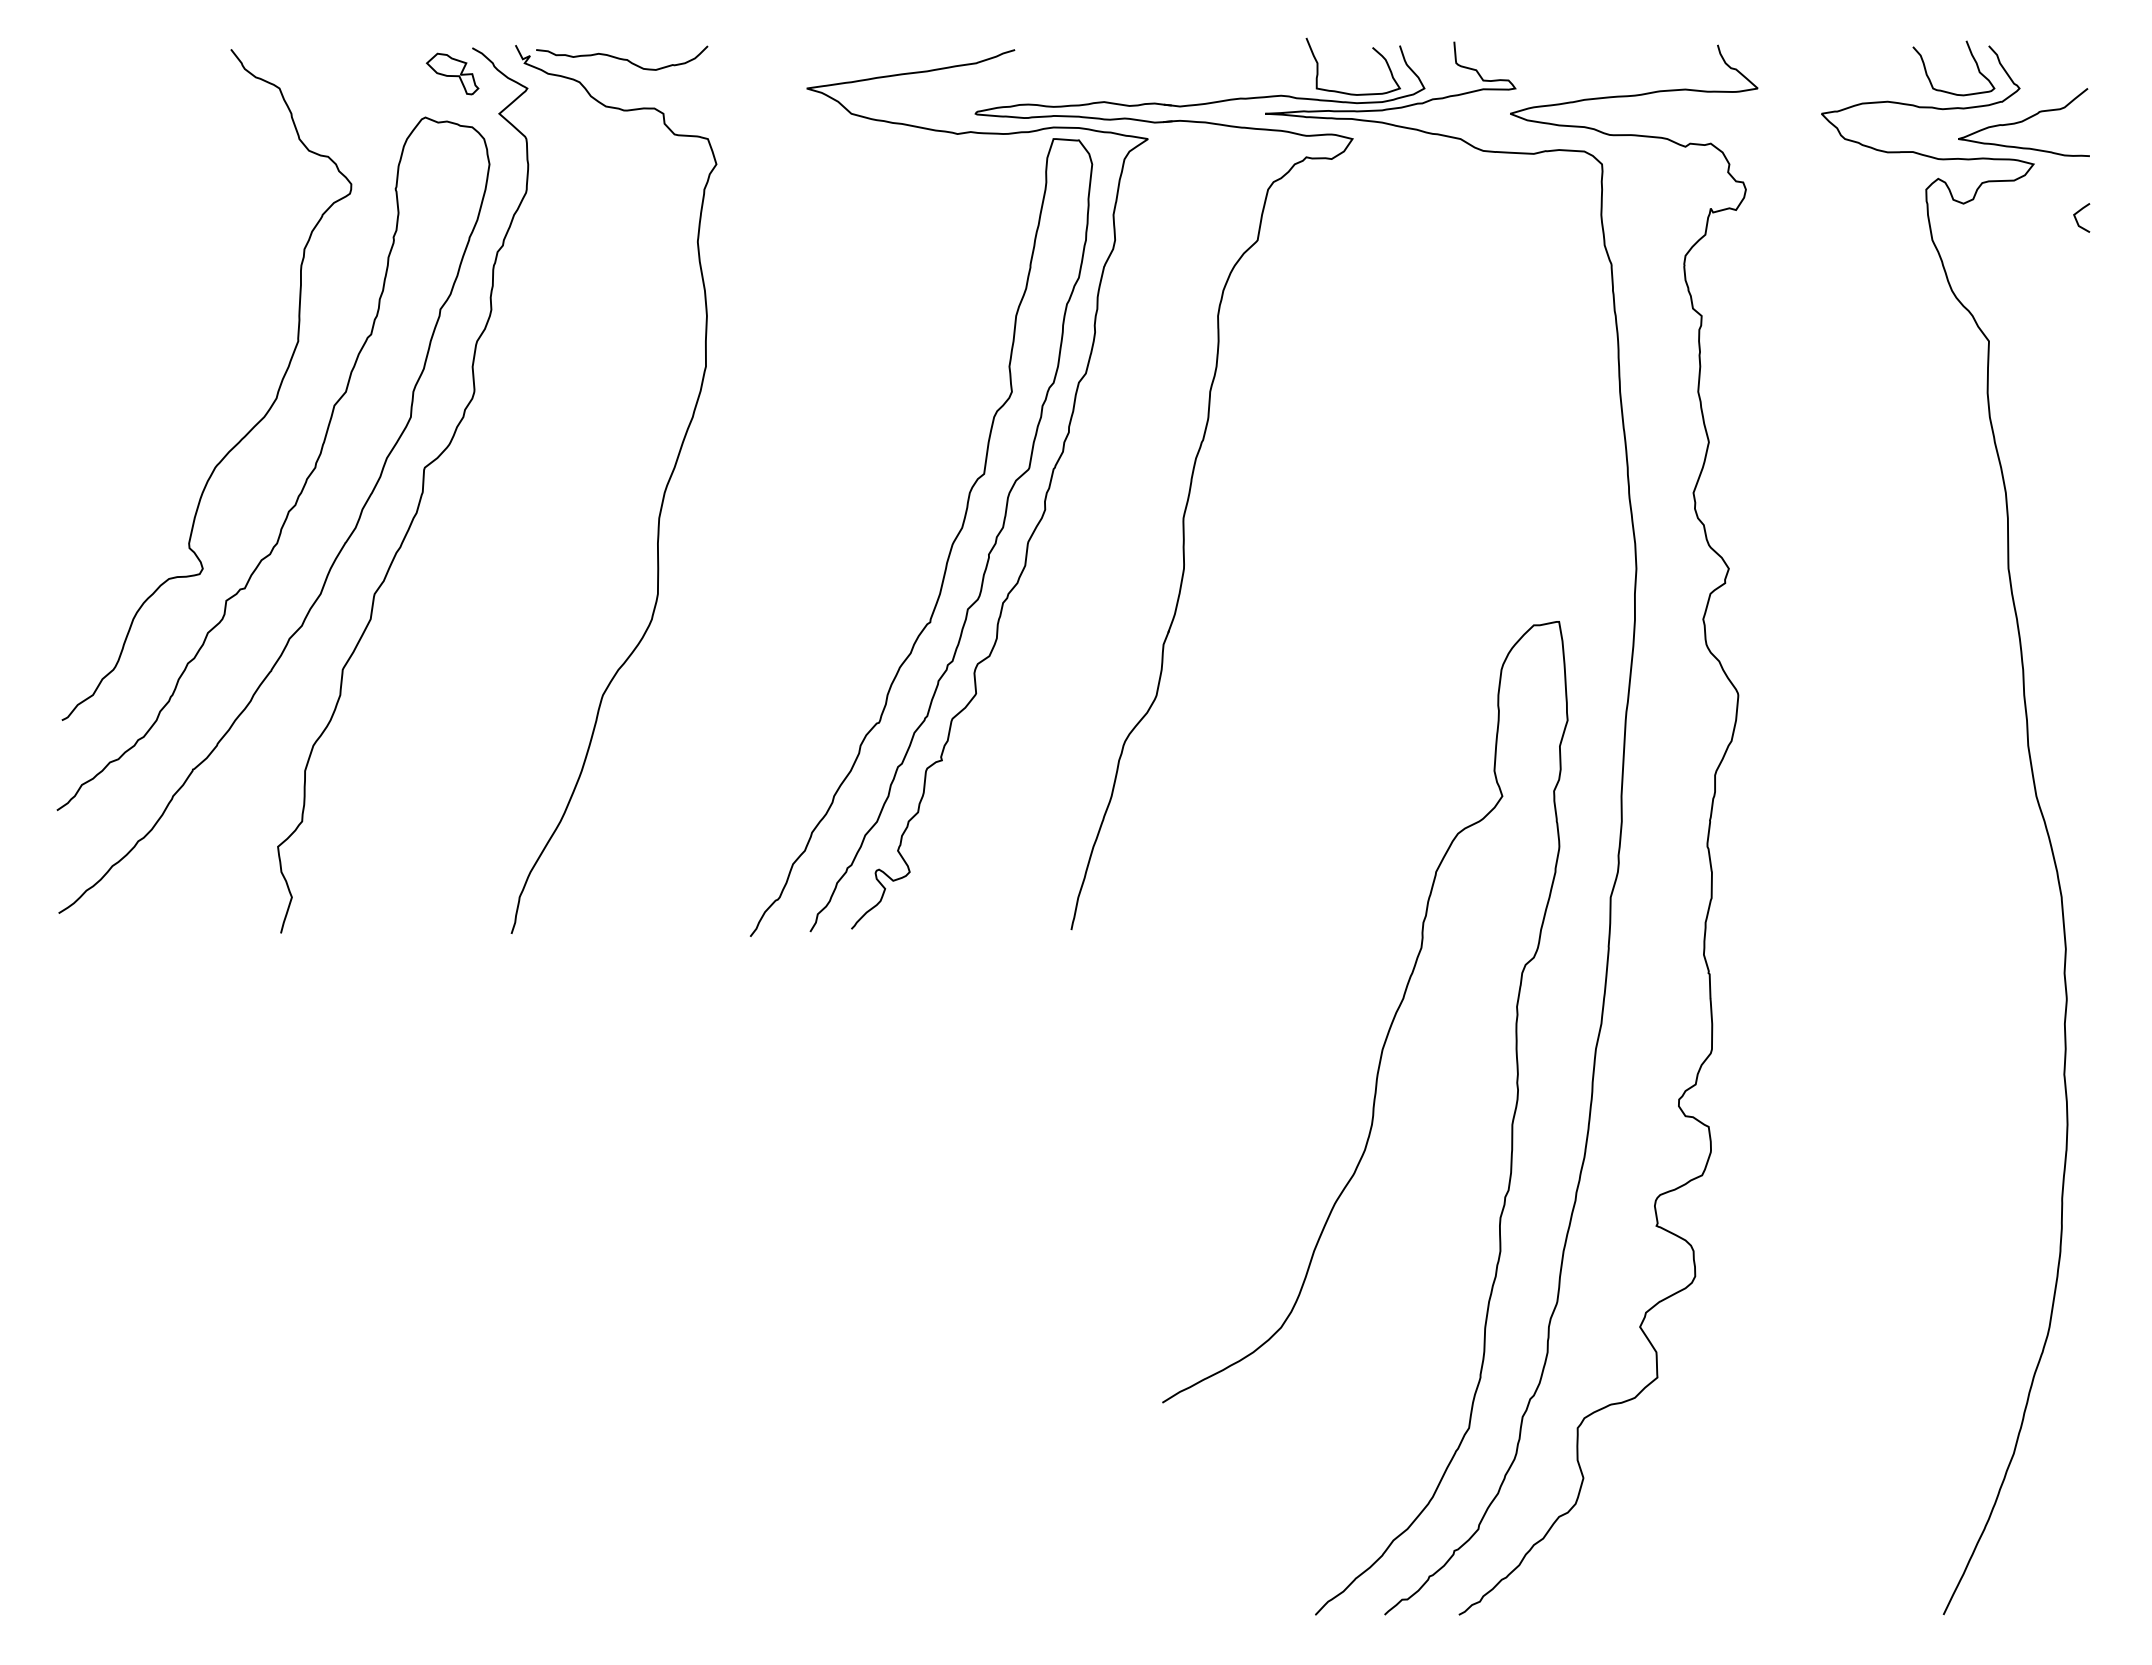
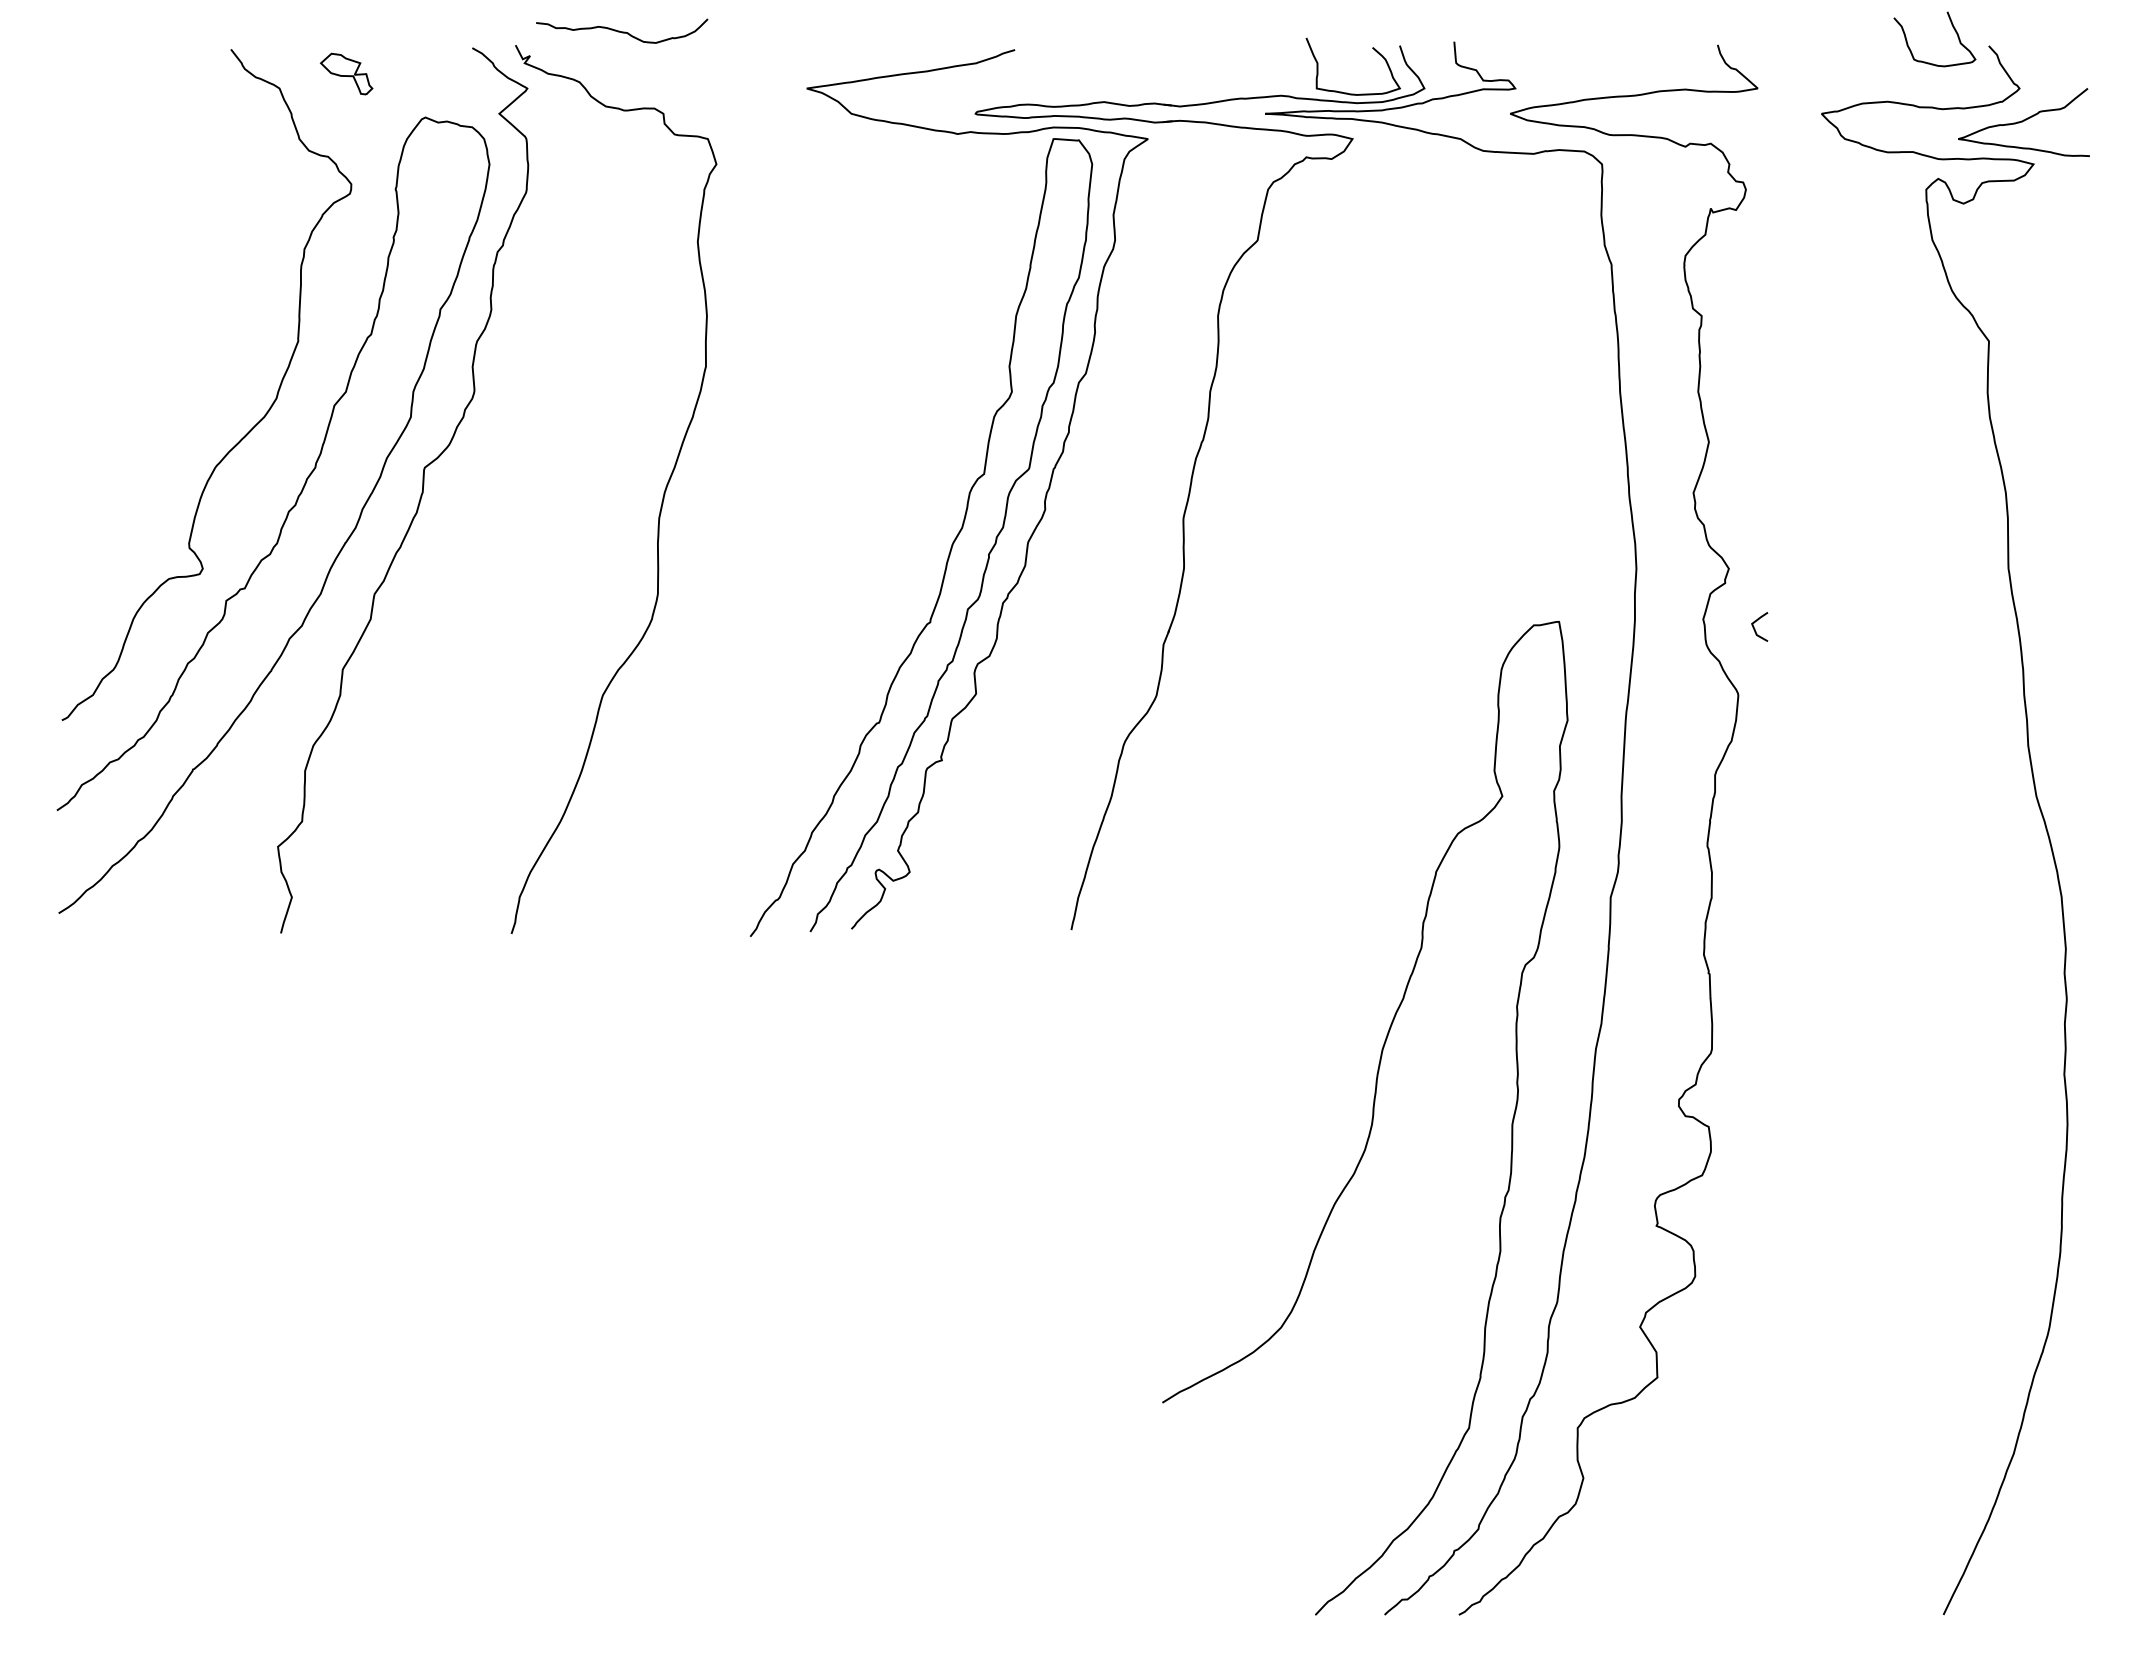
curve at (1971, 56) position: (1971, 56) -> (1952, 27)
curve at (622, 58) position: (622, 58) -> (622, 31)
part at (452, 73) position: (452, 73) -> (346, 73)
line at (2076, 217) position: (2076, 217) -> (1754, 626)
